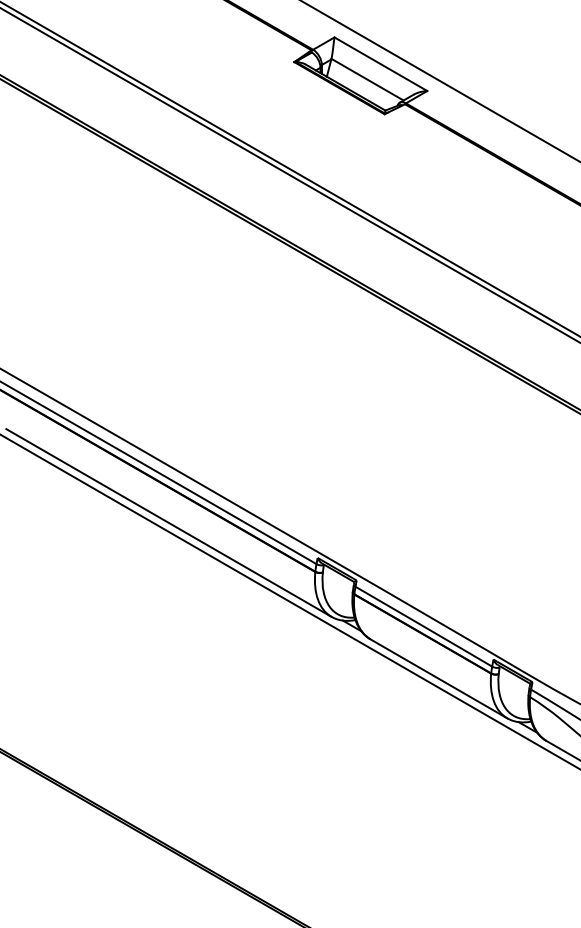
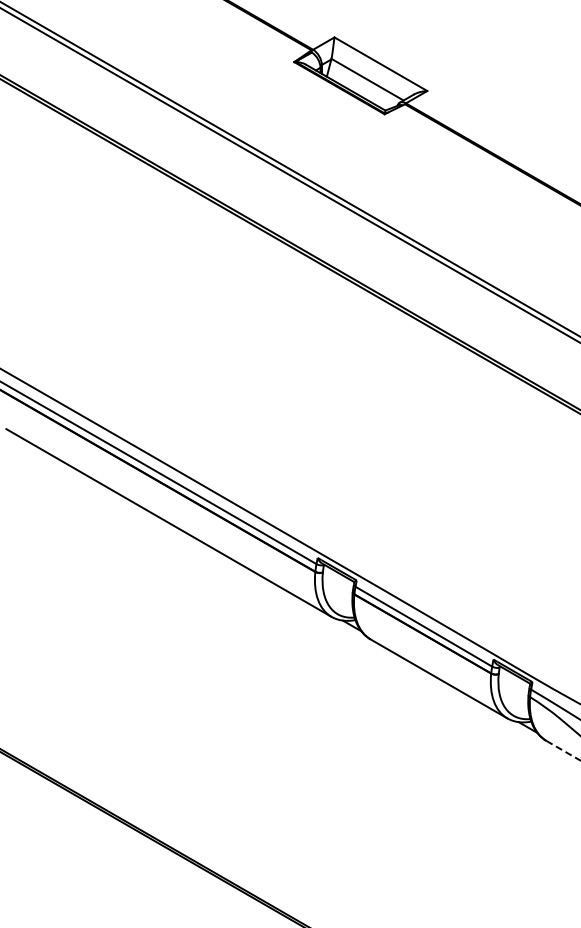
line at (440, 81): present -> none
line at (289, 601): present -> none
line at (563, 750): solid -> dashed
